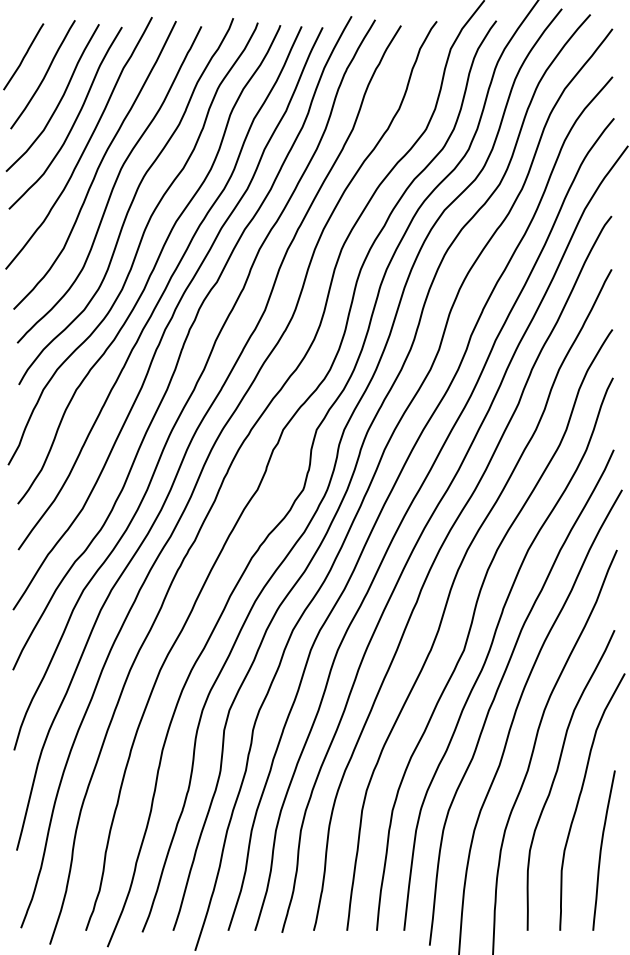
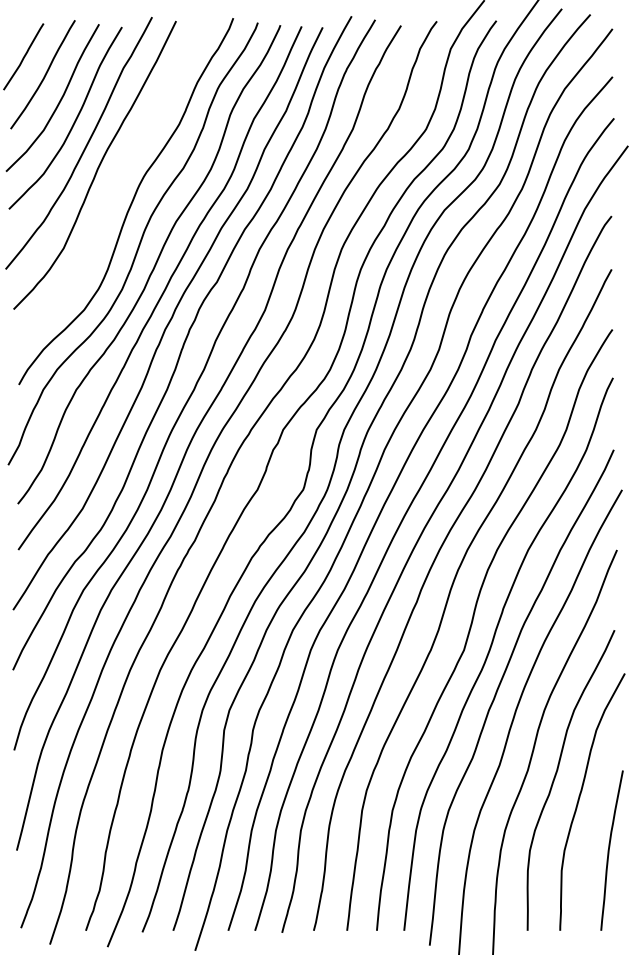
curve at (112, 186): present -> none
curve at (601, 850) position: (601, 850) -> (609, 850)
